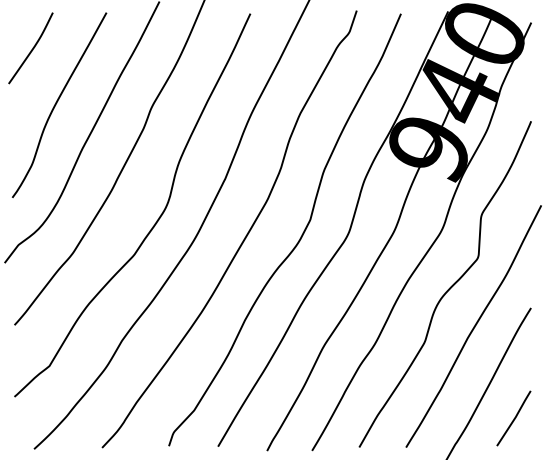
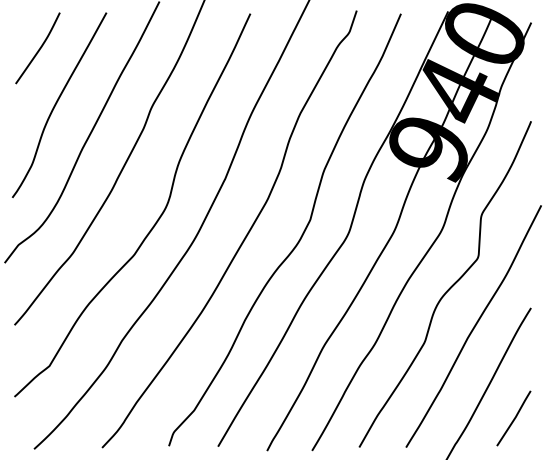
curve at (31, 49) position: (31, 49) -> (38, 49)
